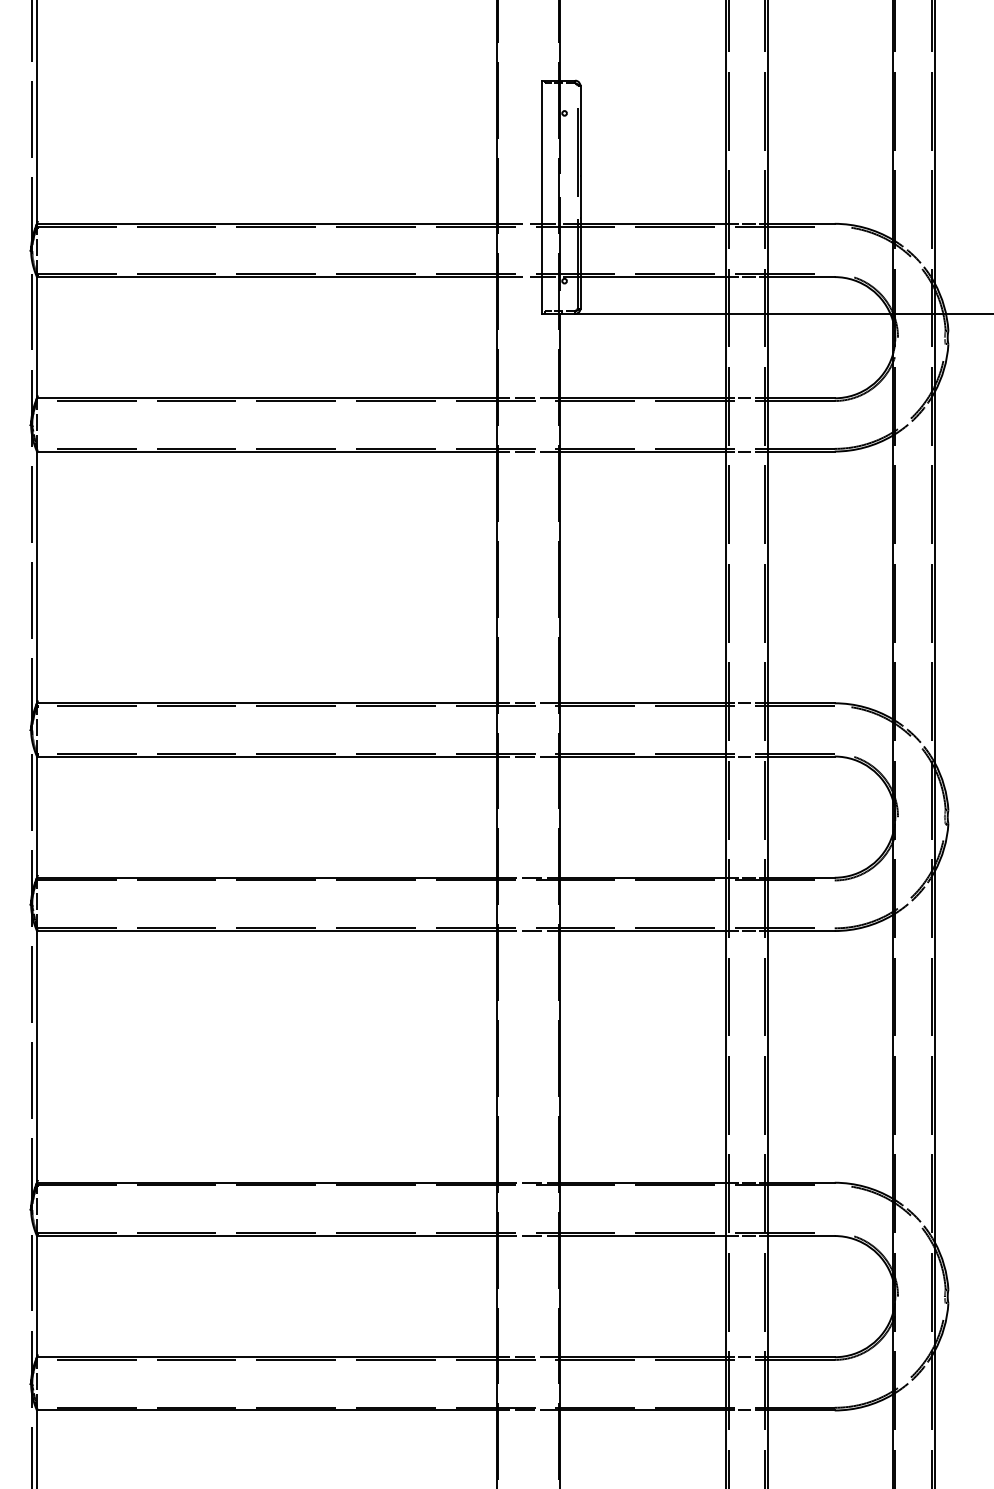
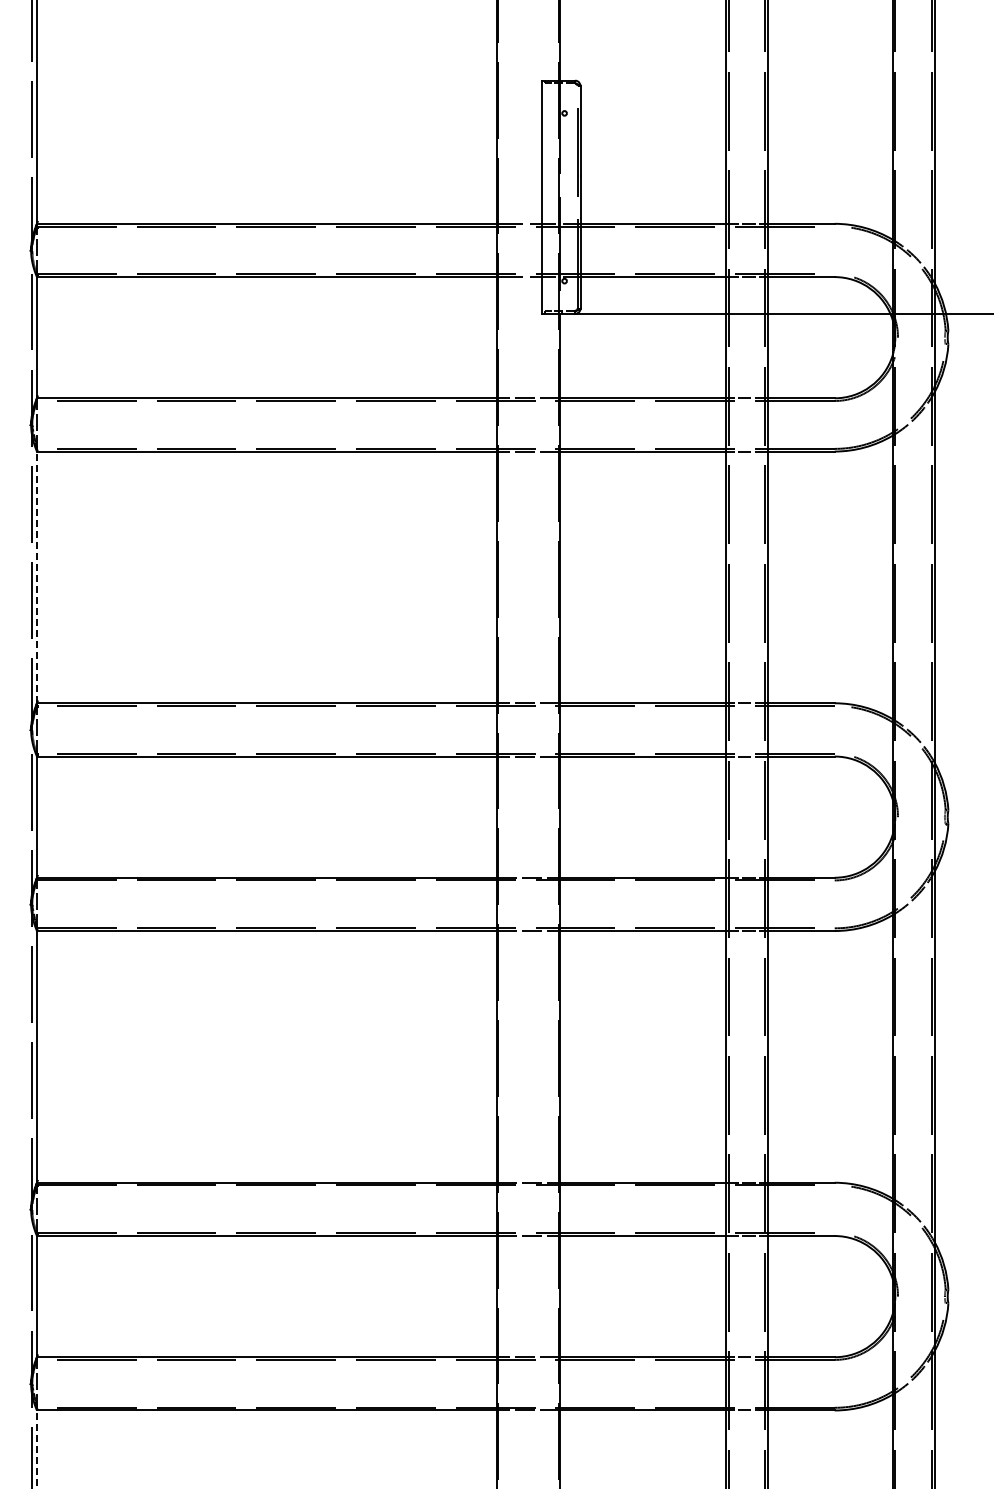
line at (36, 577): solid -> dashed
line at (36, 1449): solid -> dashed
